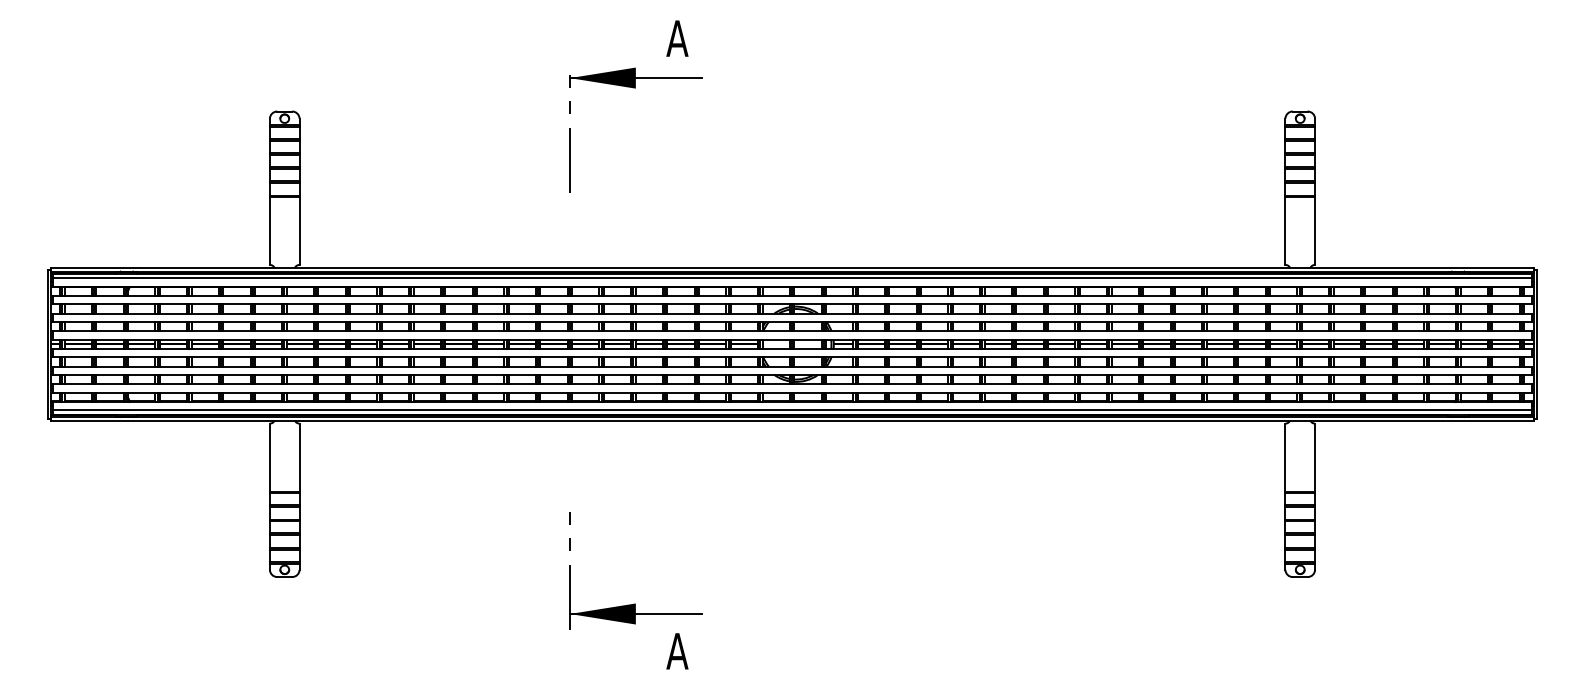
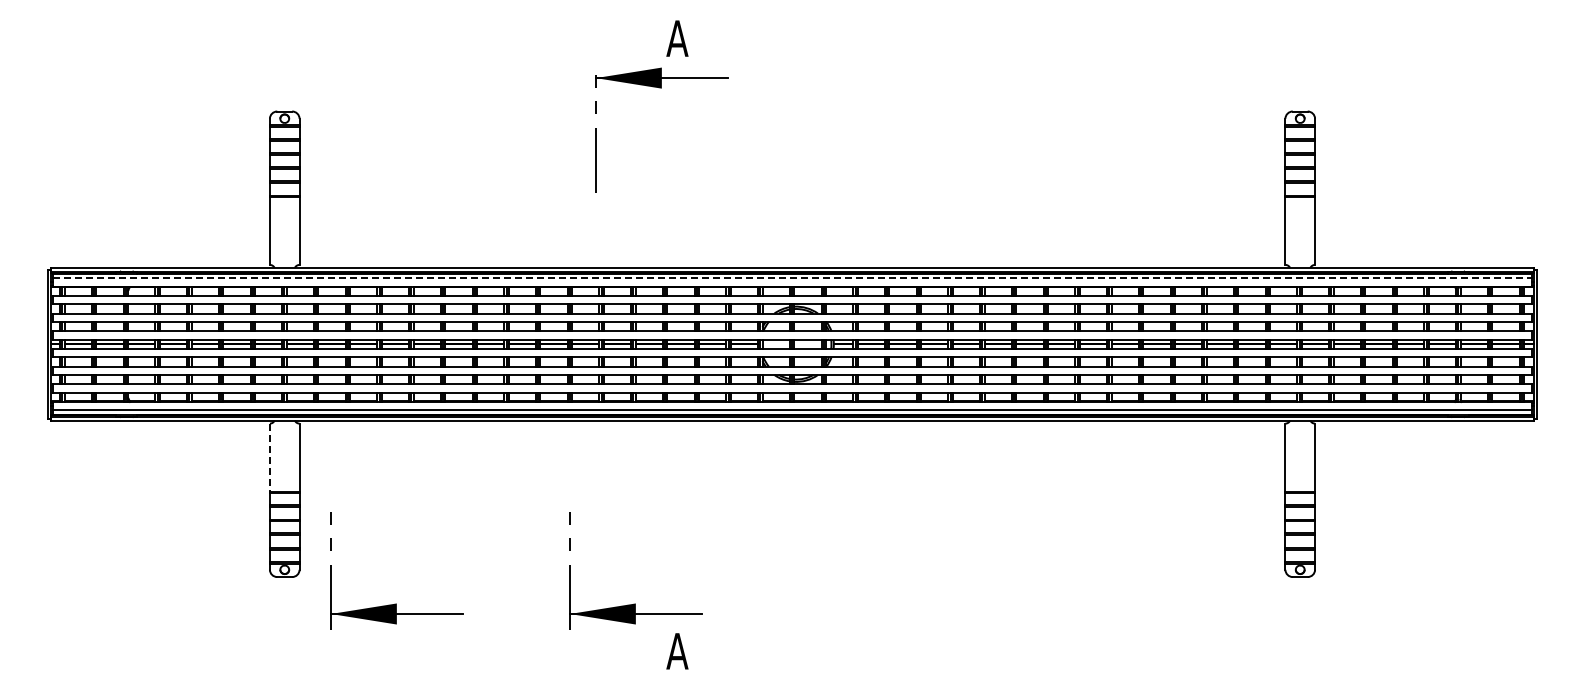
part at (635, 88) position: (635, 88) -> (661, 88)
line at (792, 278): solid -> dashed
line at (269, 458): solid -> dashed
part at (396, 603): none -> present
